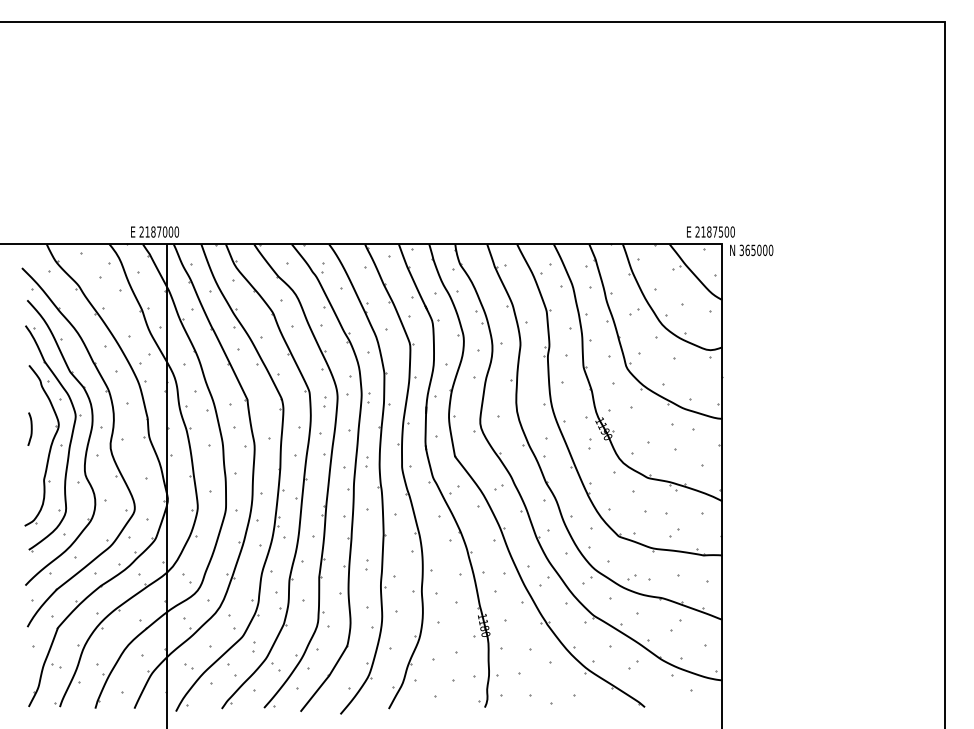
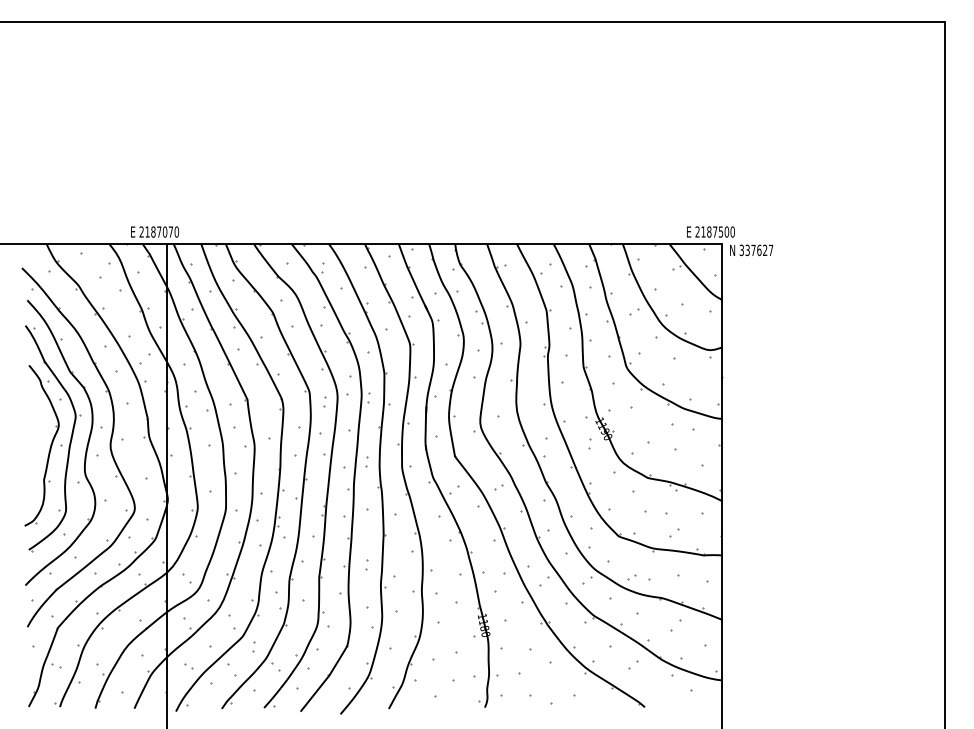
text at (170, 231): 2187000 -> 2187070
text at (759, 250): 365000 -> 337627
curve at (30, 428): present -> none
